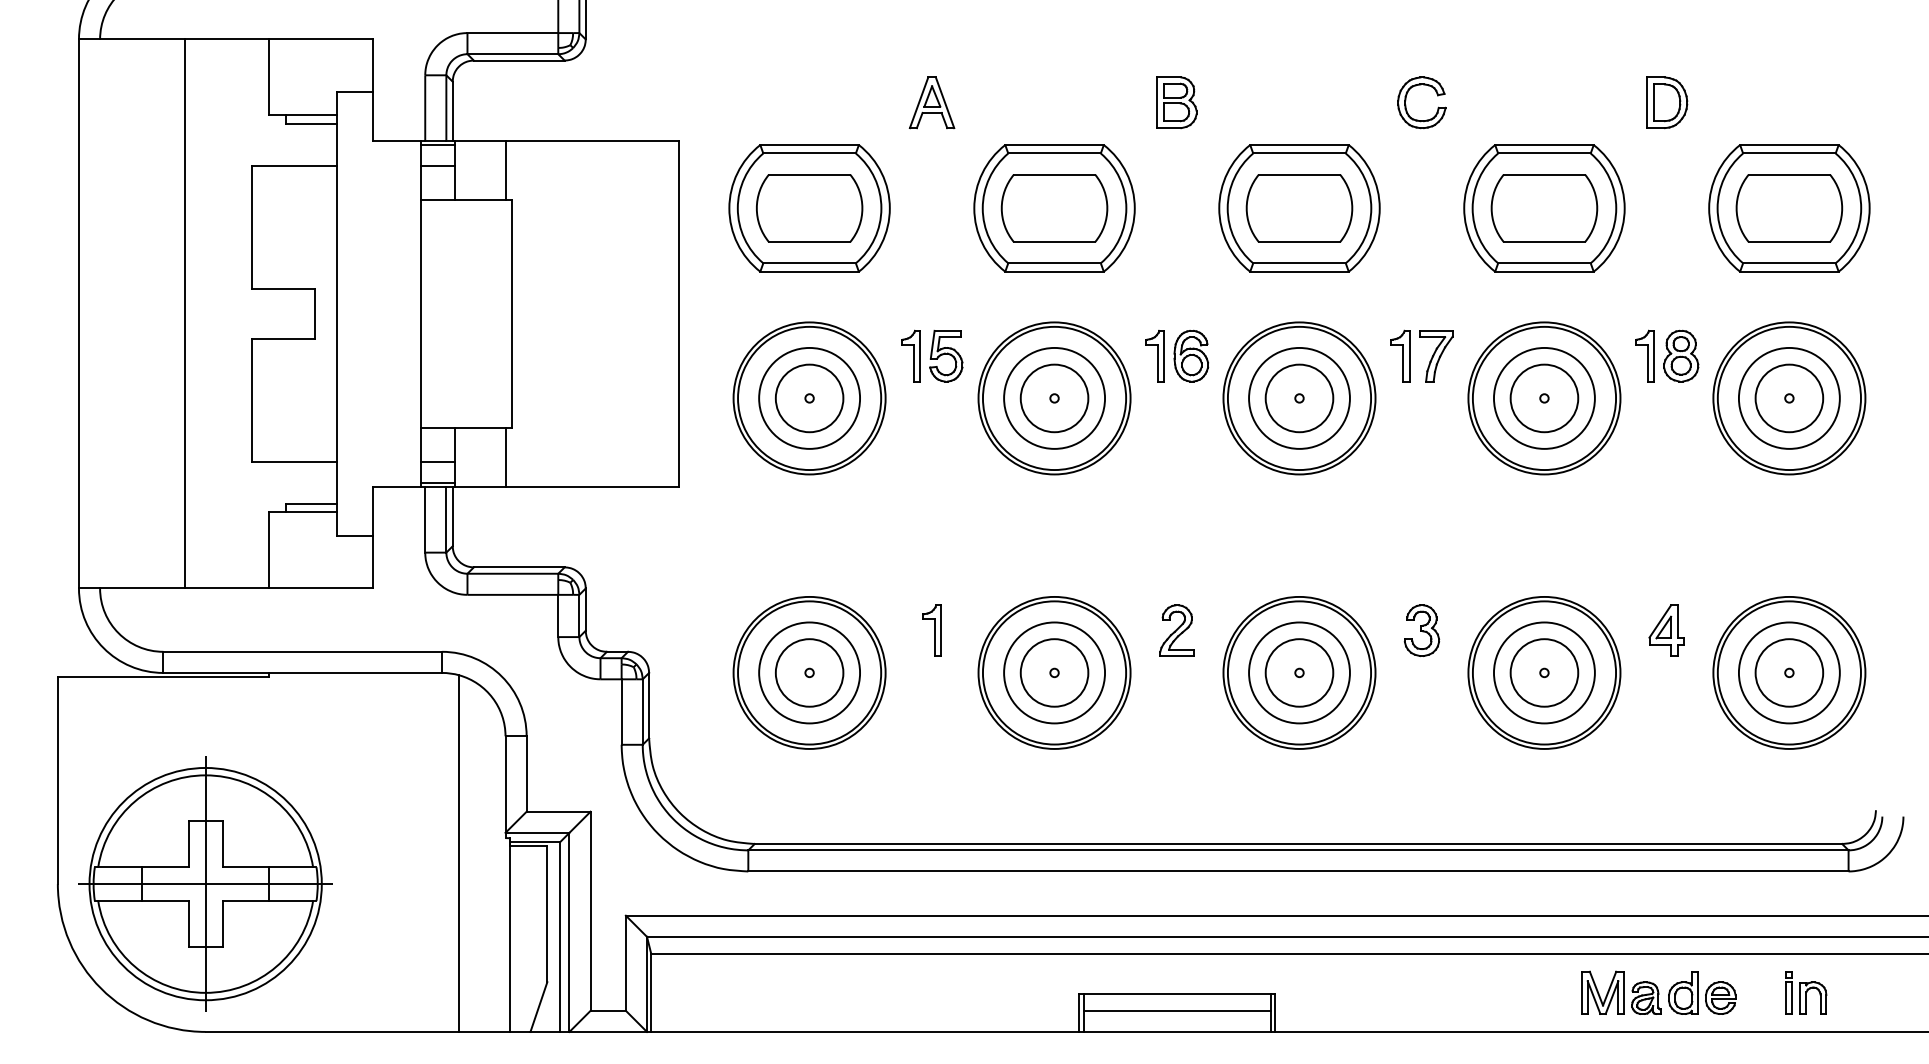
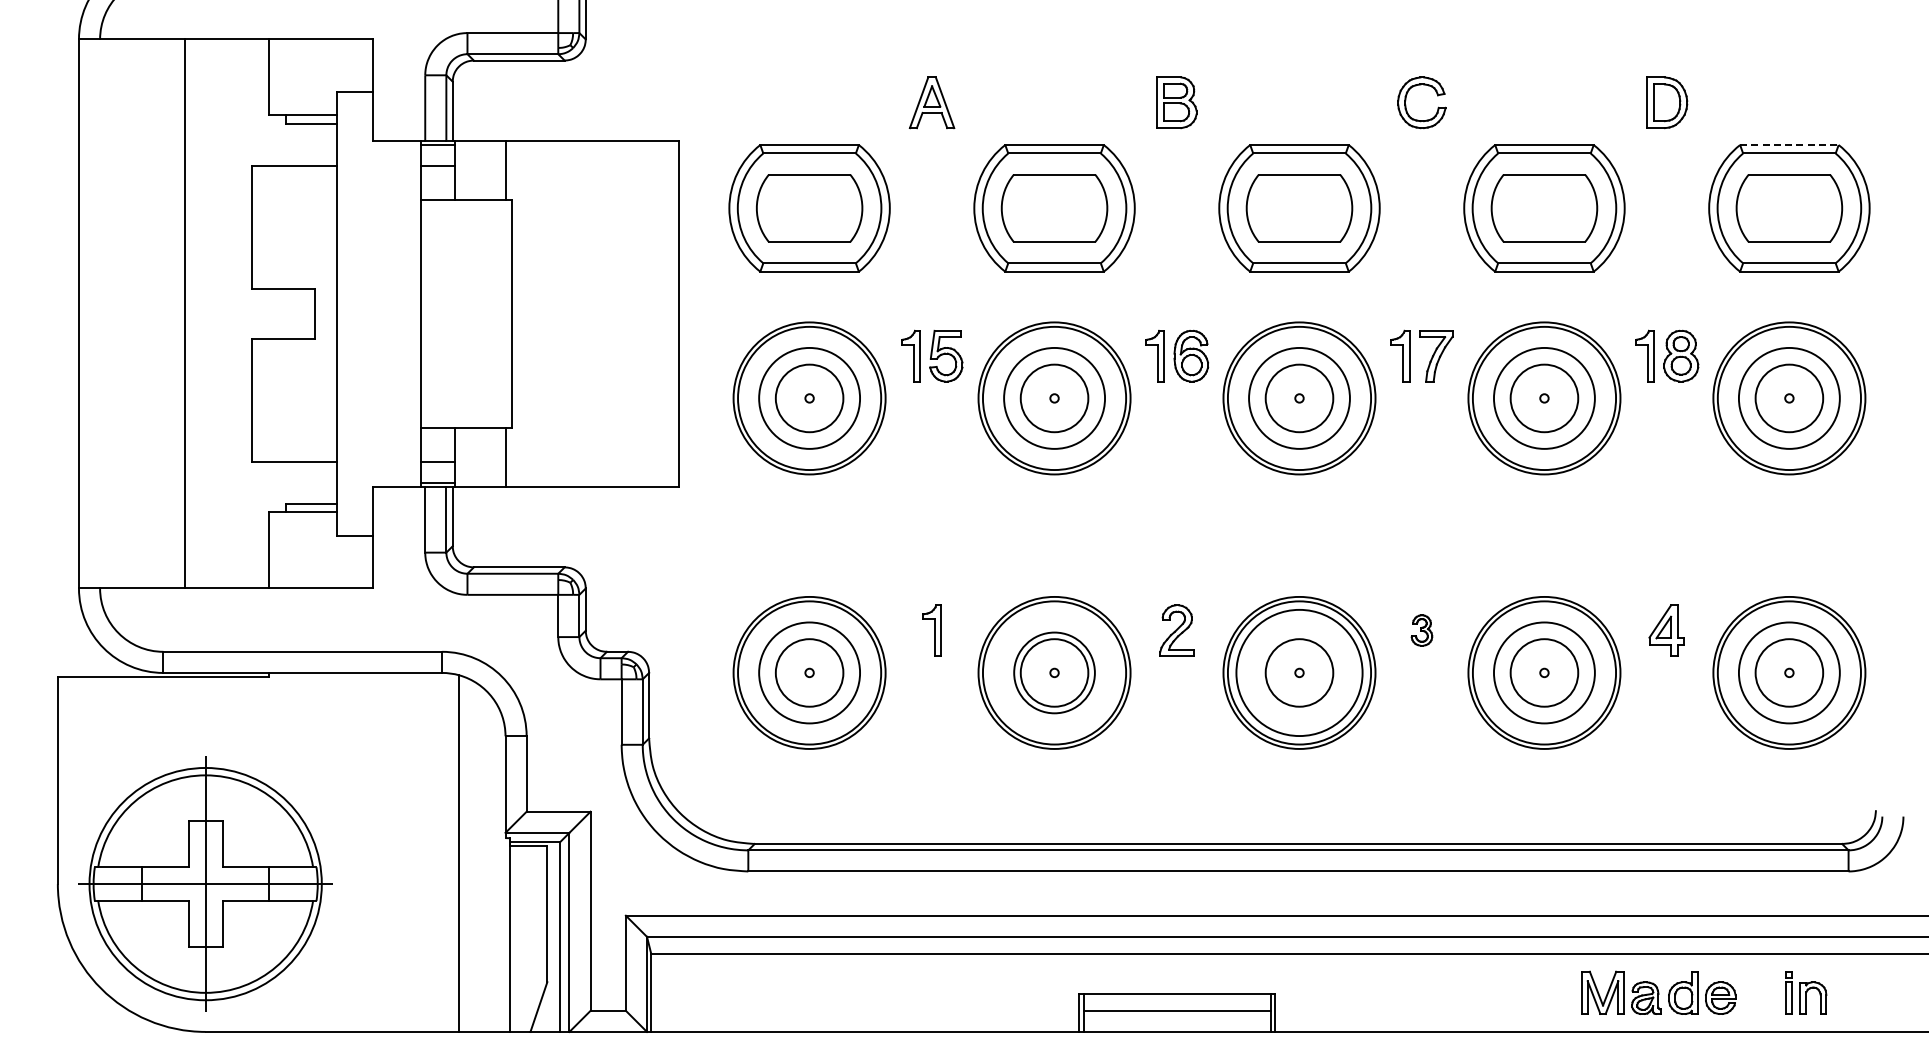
line at (1789, 145): solid -> dashed
part at (1421, 630) size: 38x53 px -> 24x33 px
circle at (1054, 672) diameter: 101 px -> 81 px
circle at (1299, 672) diameter: 101 px -> 126 px
